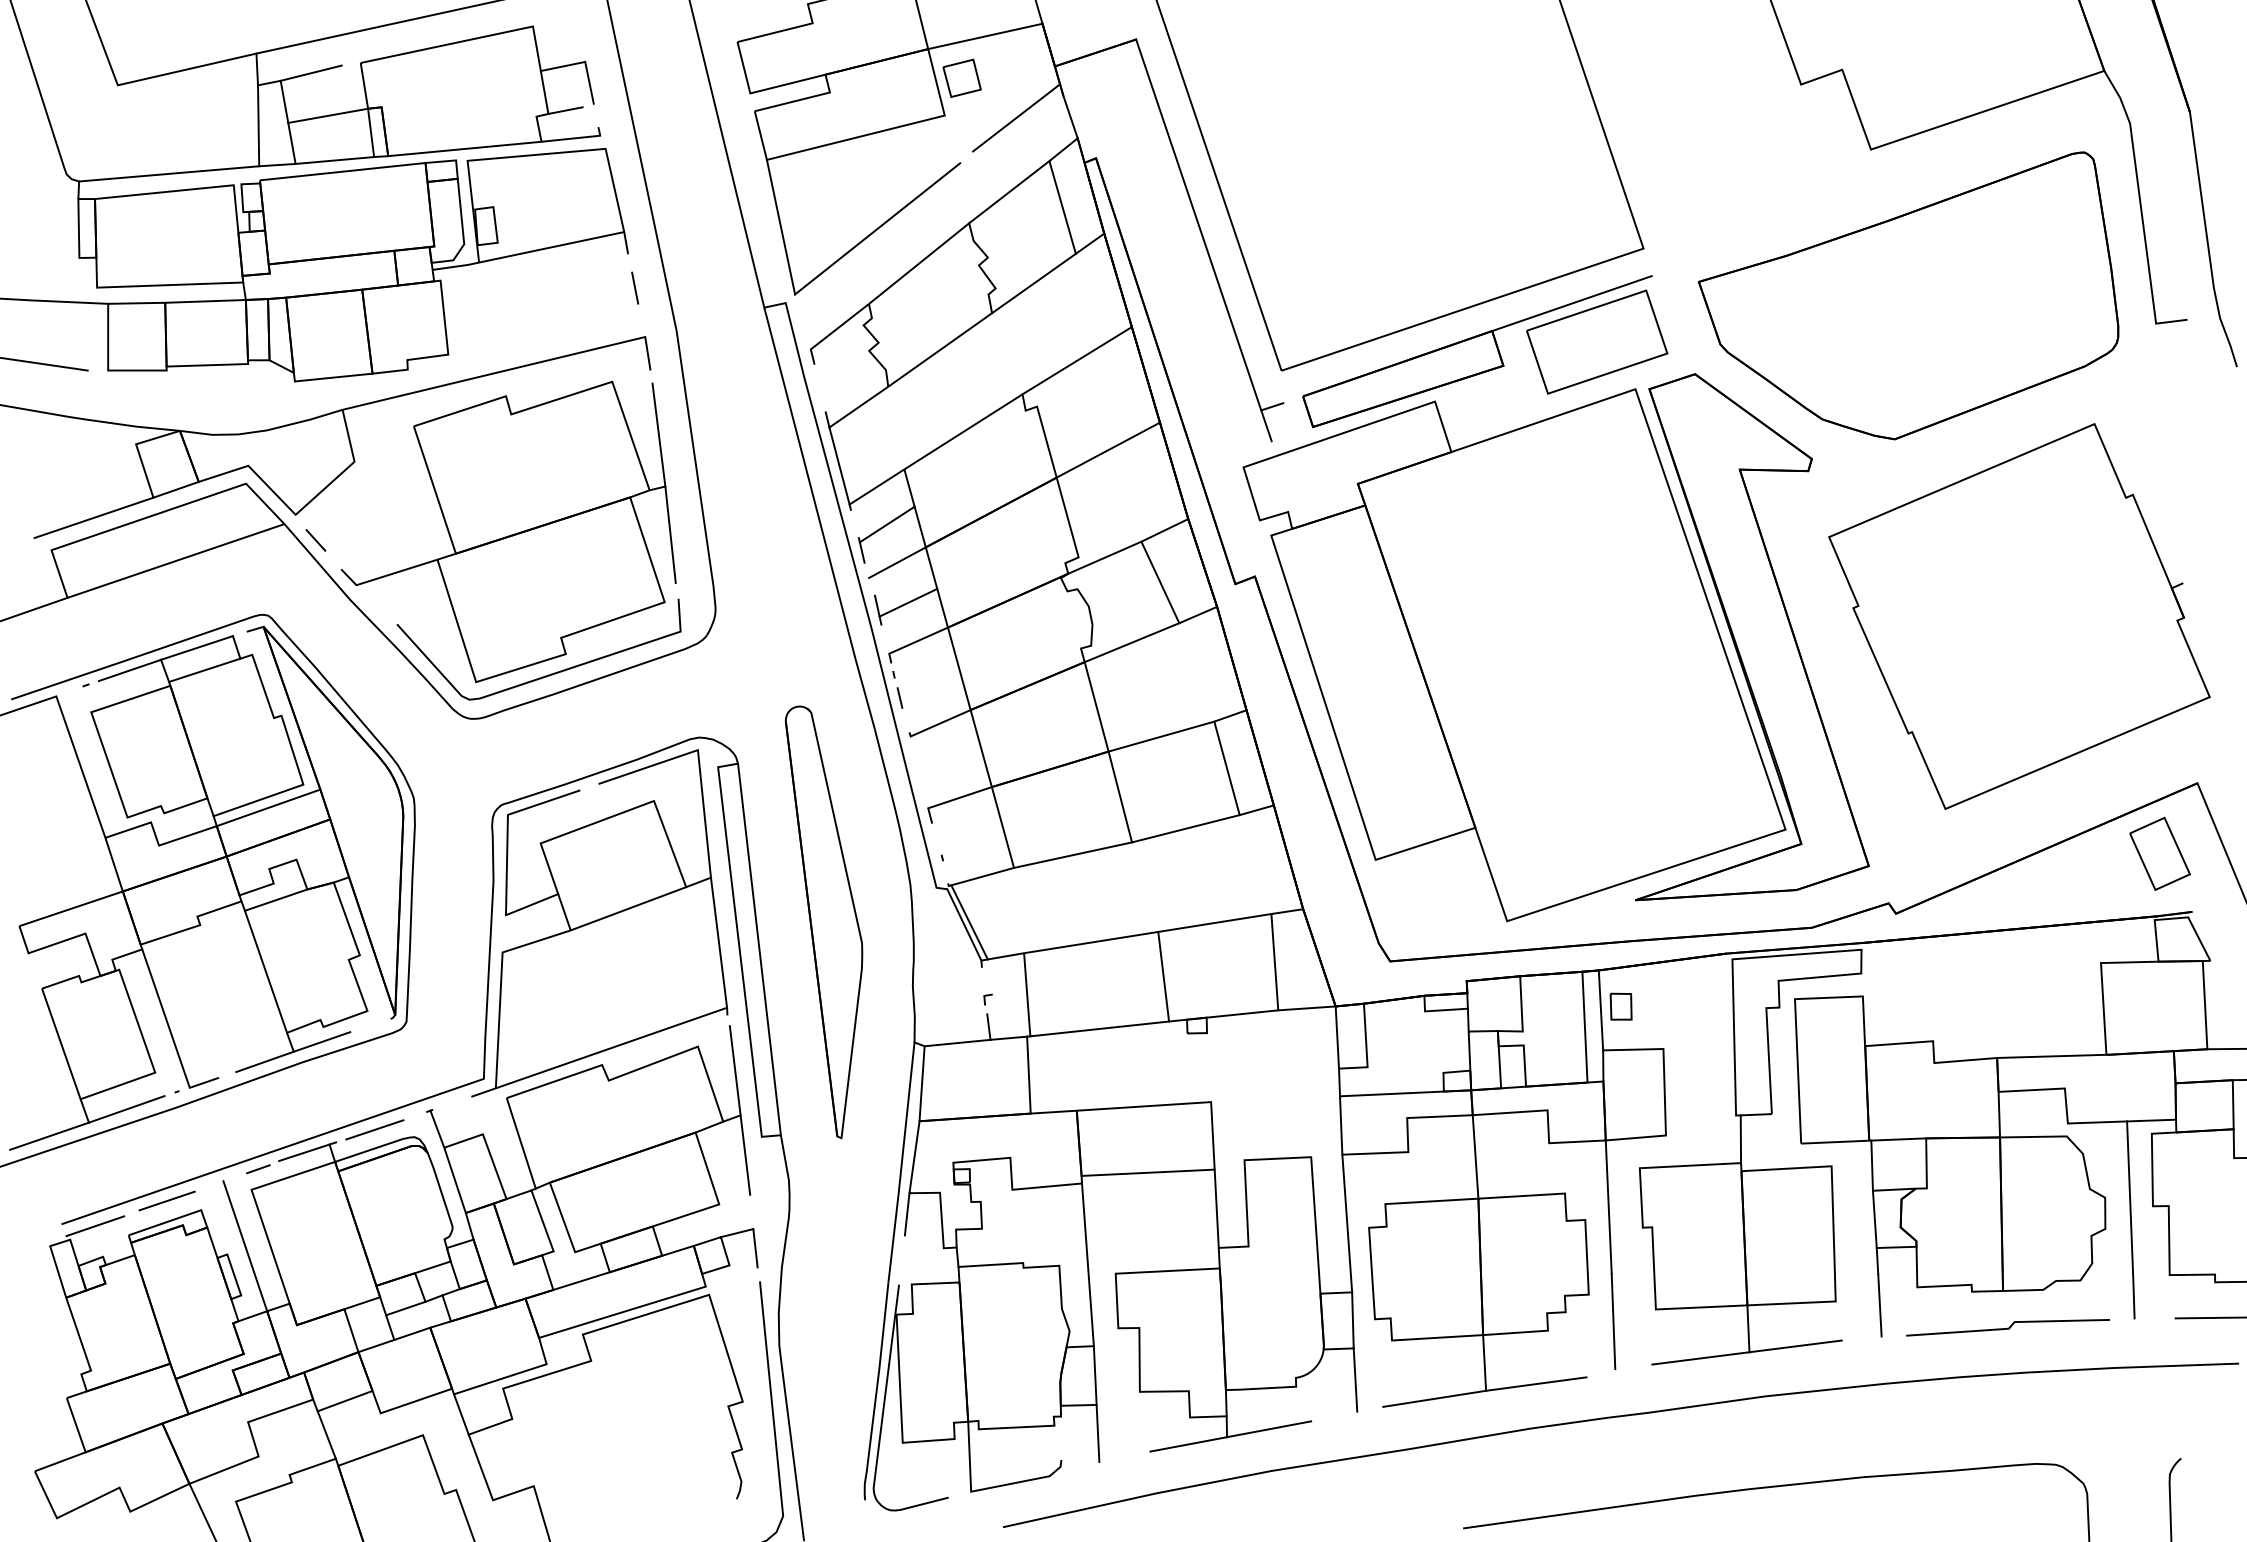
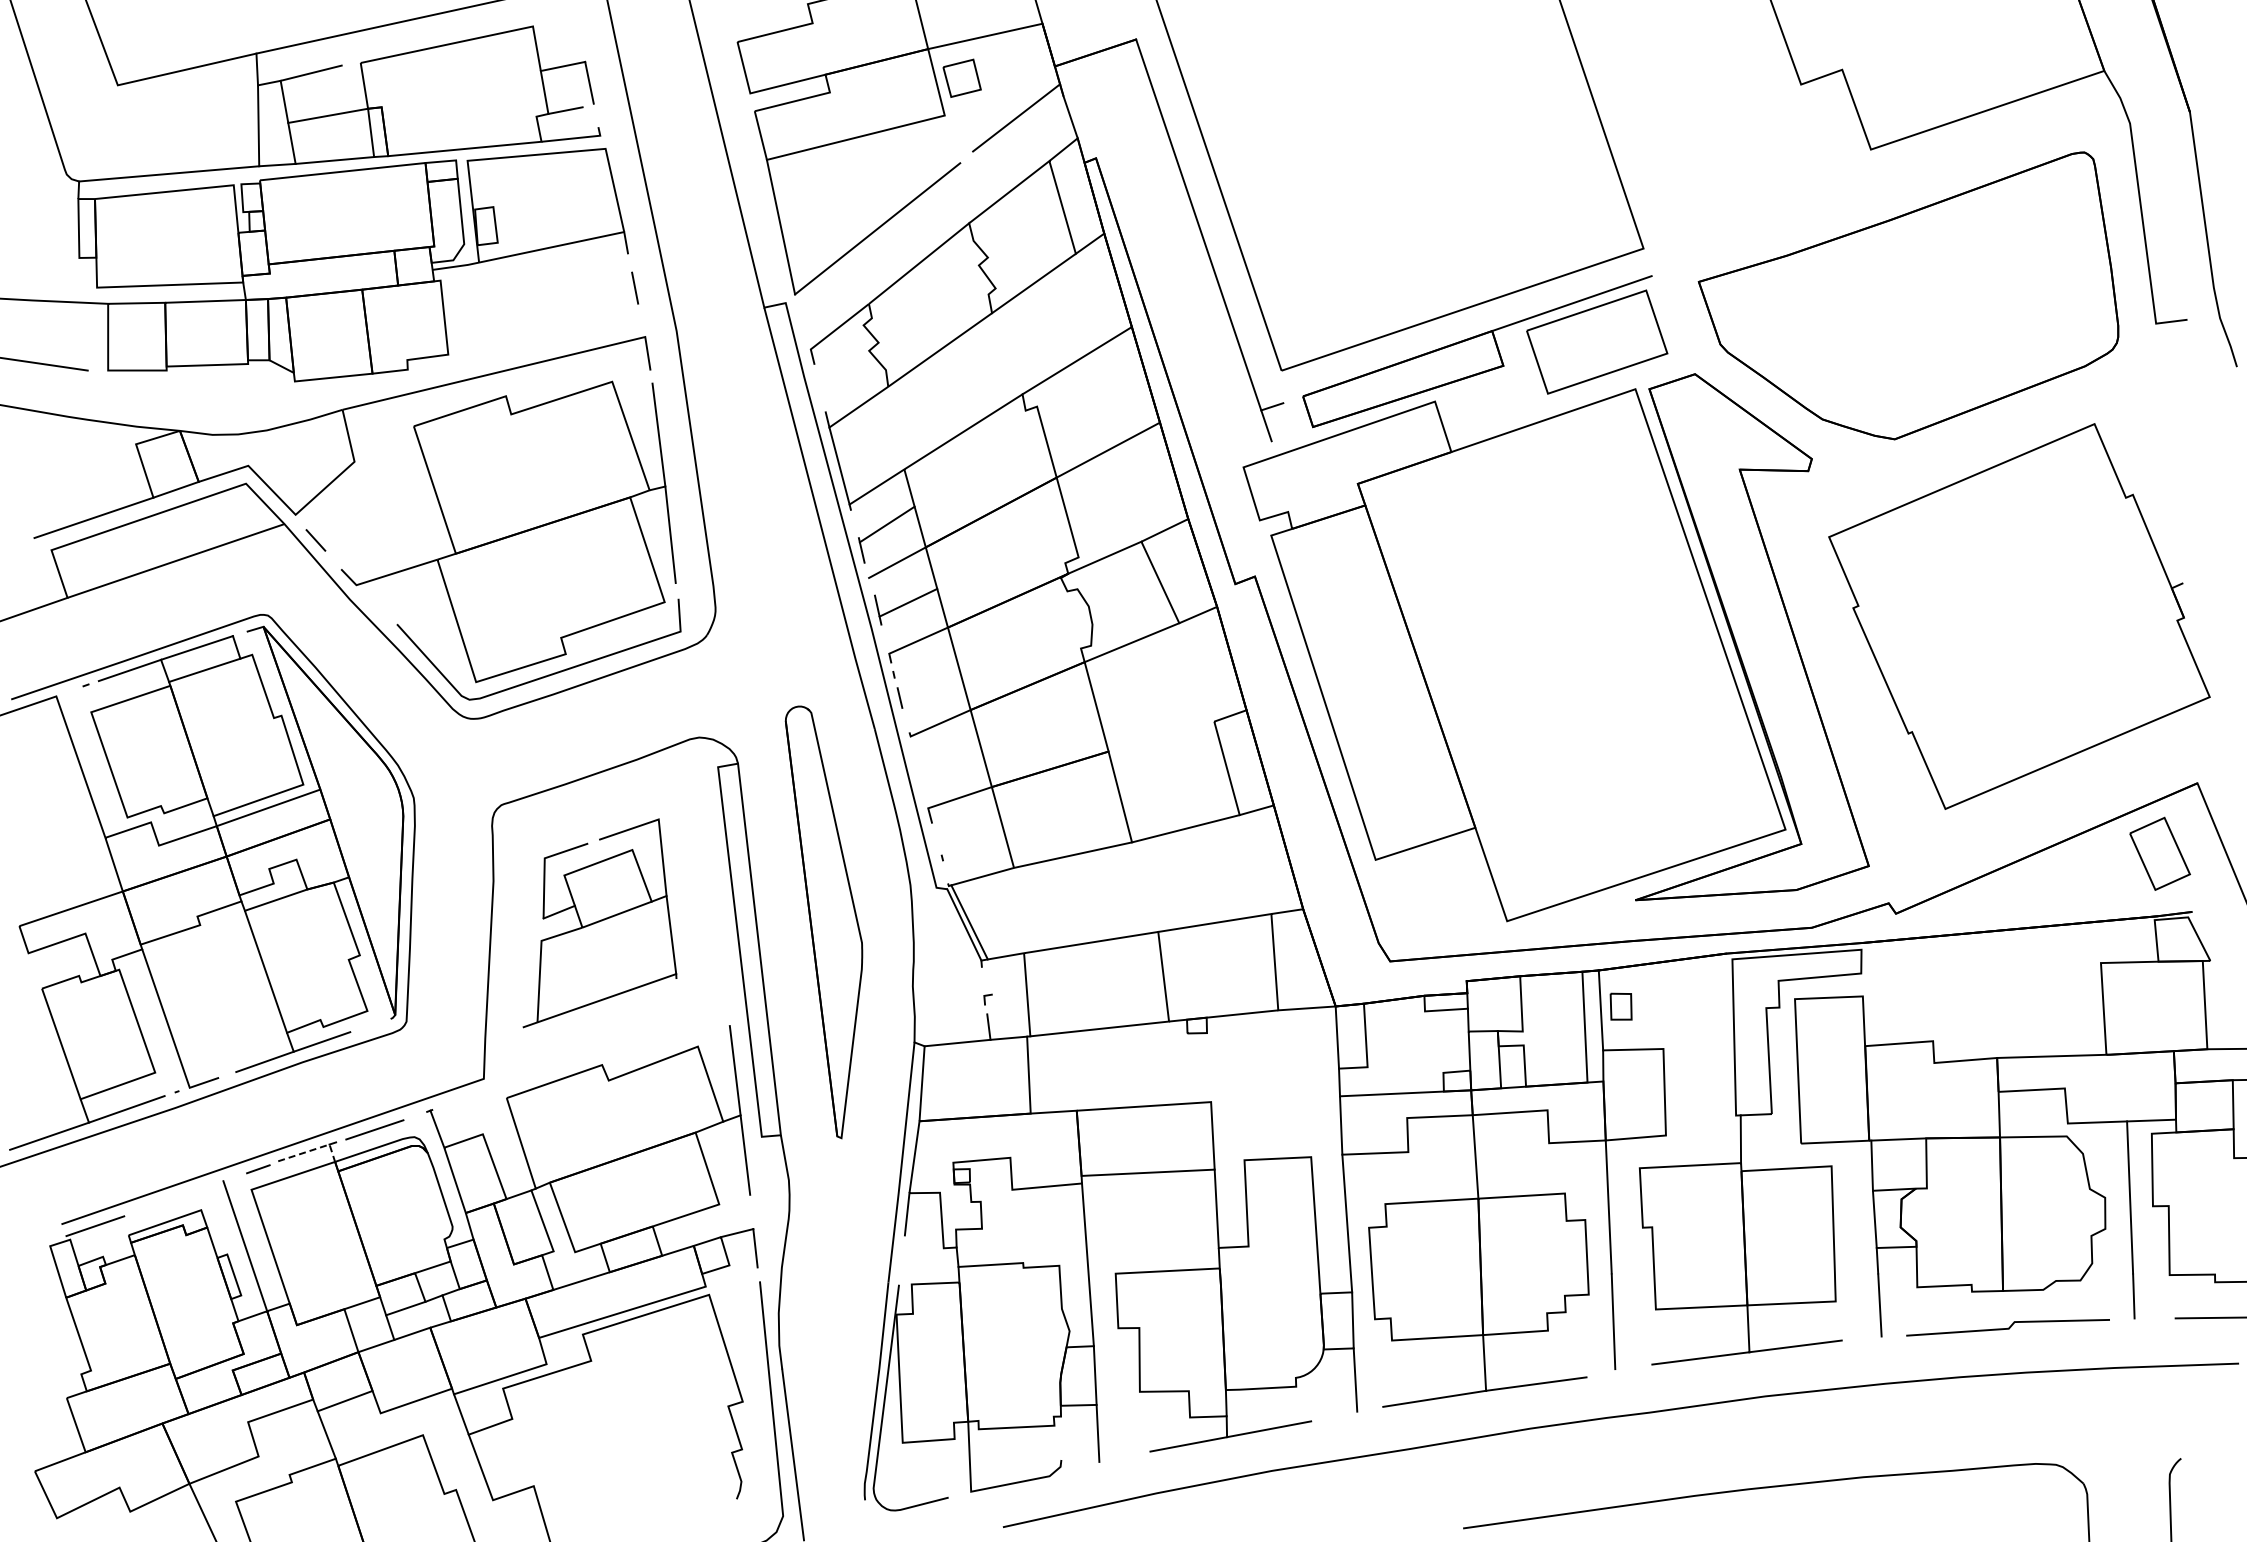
line at (1161, 736): present -> none
part at (599, 923) size: 258x349 px -> 156x211 px
line at (313, 1149): solid -> dashed
line at (166, 1200): present -> none
